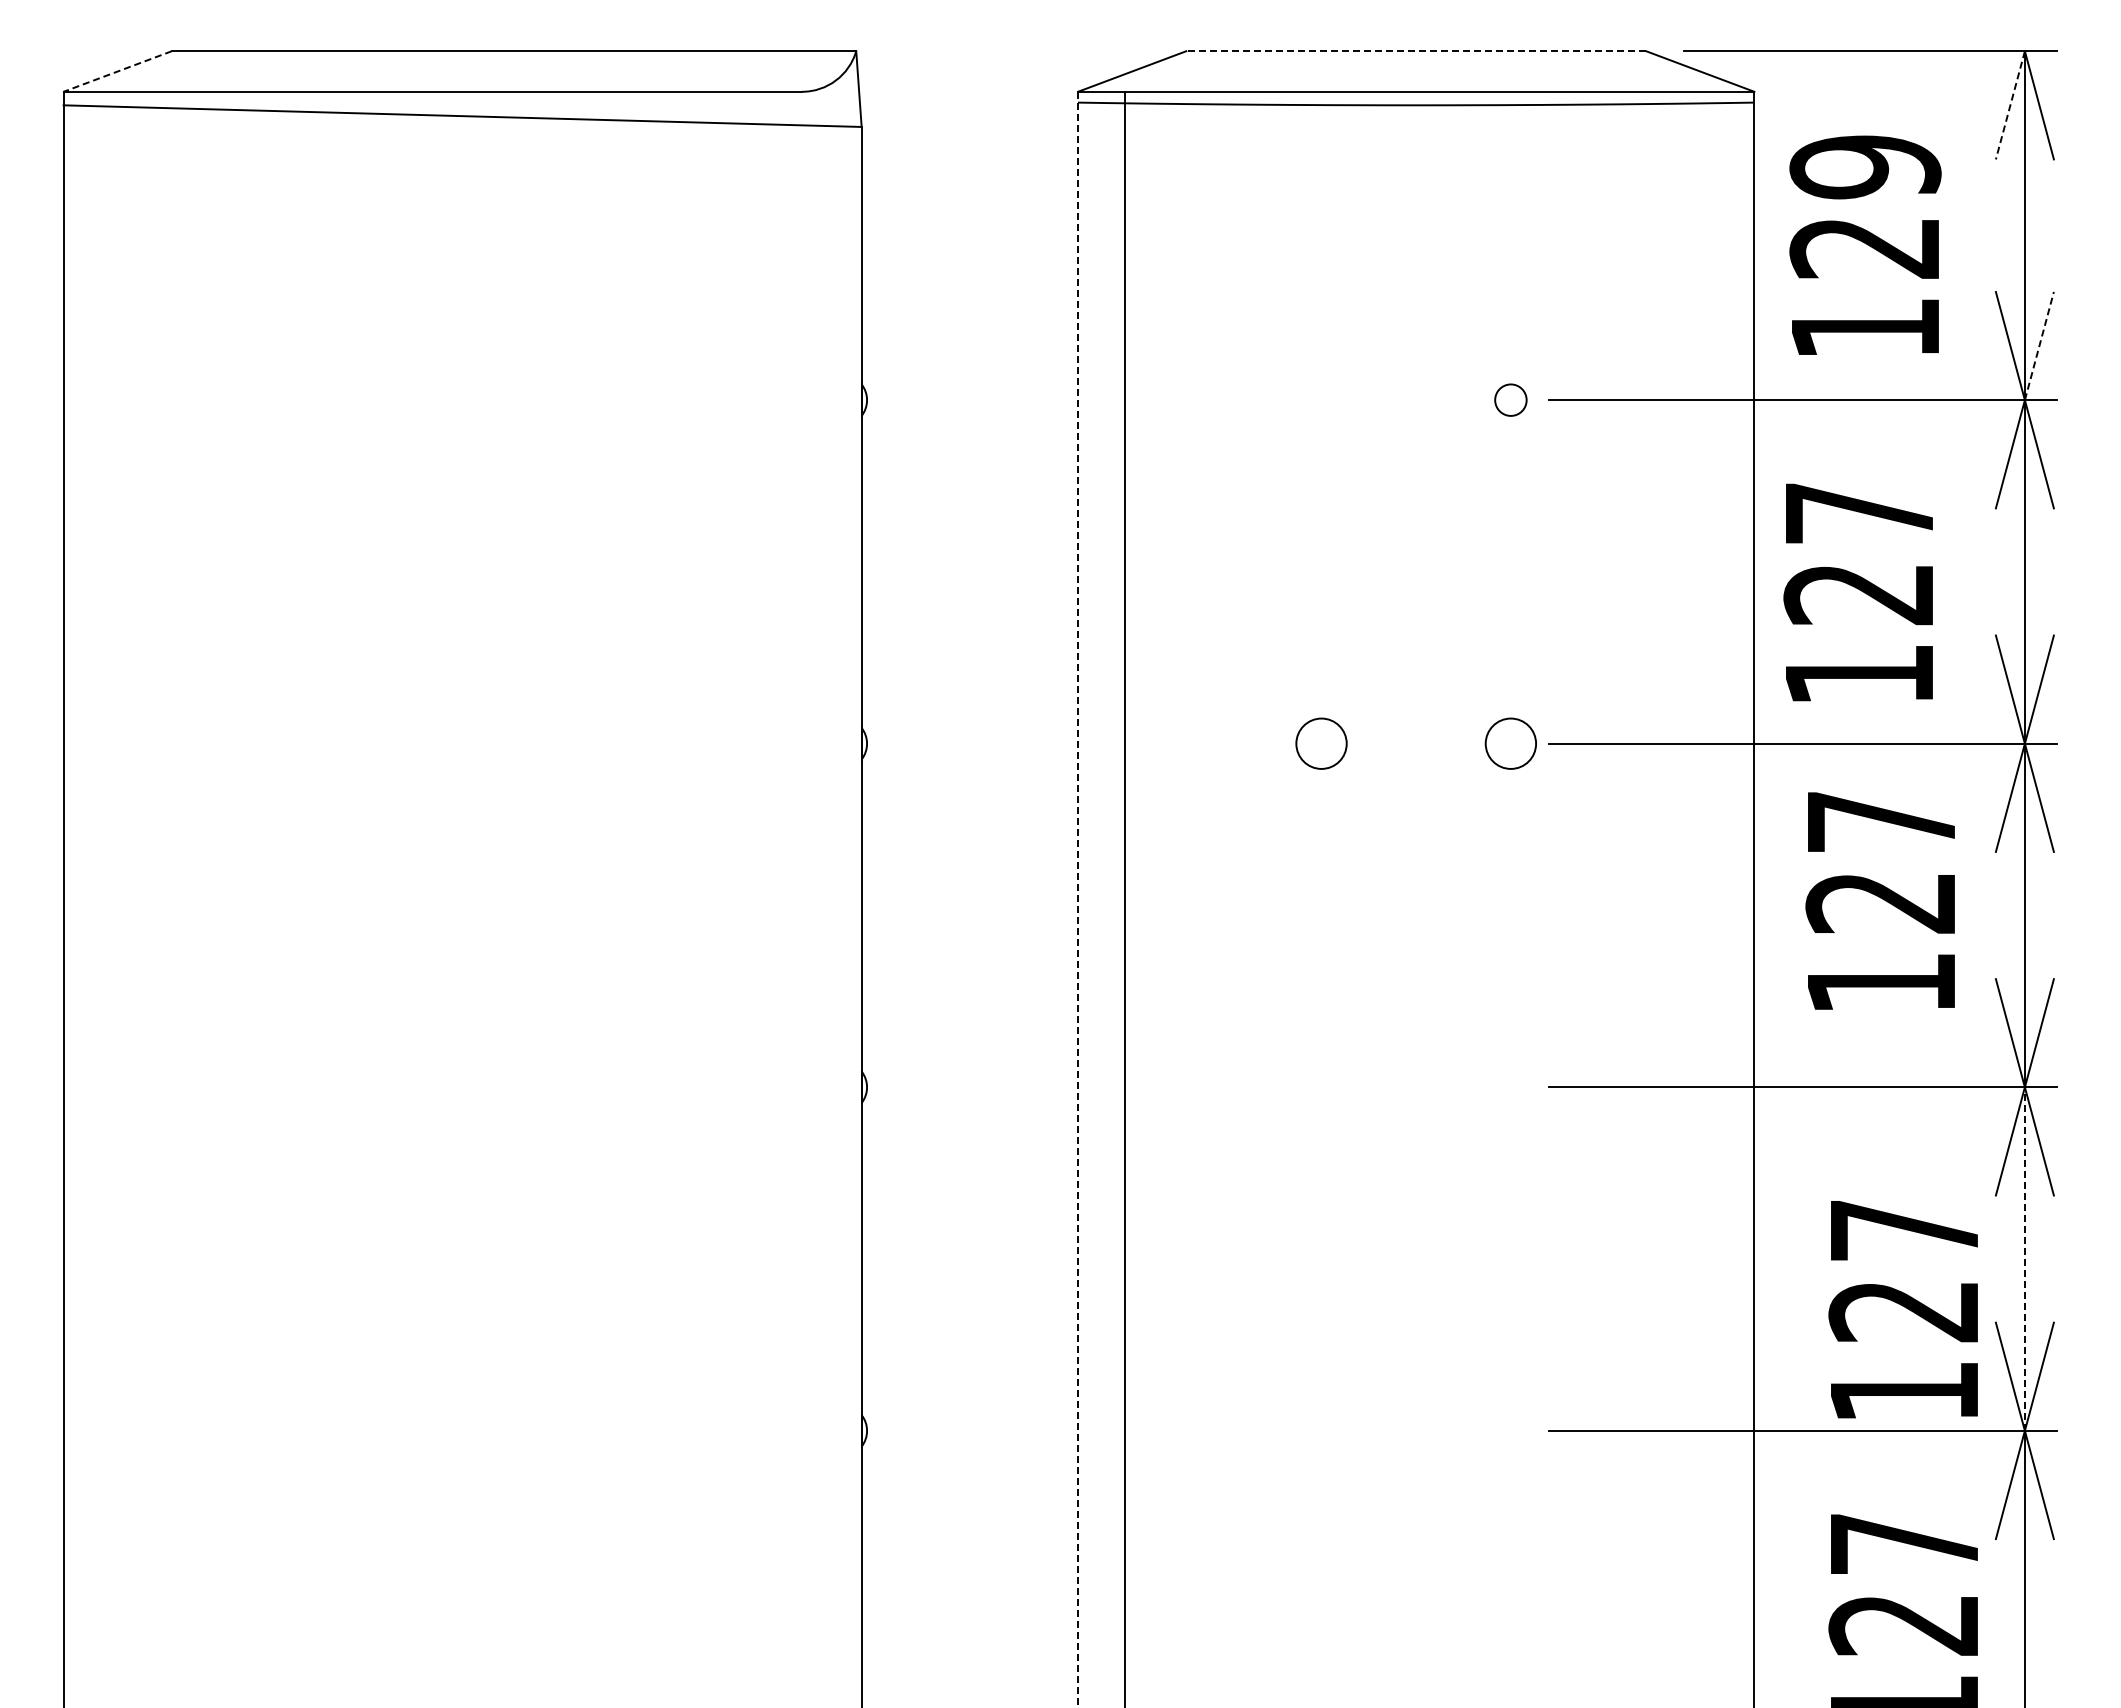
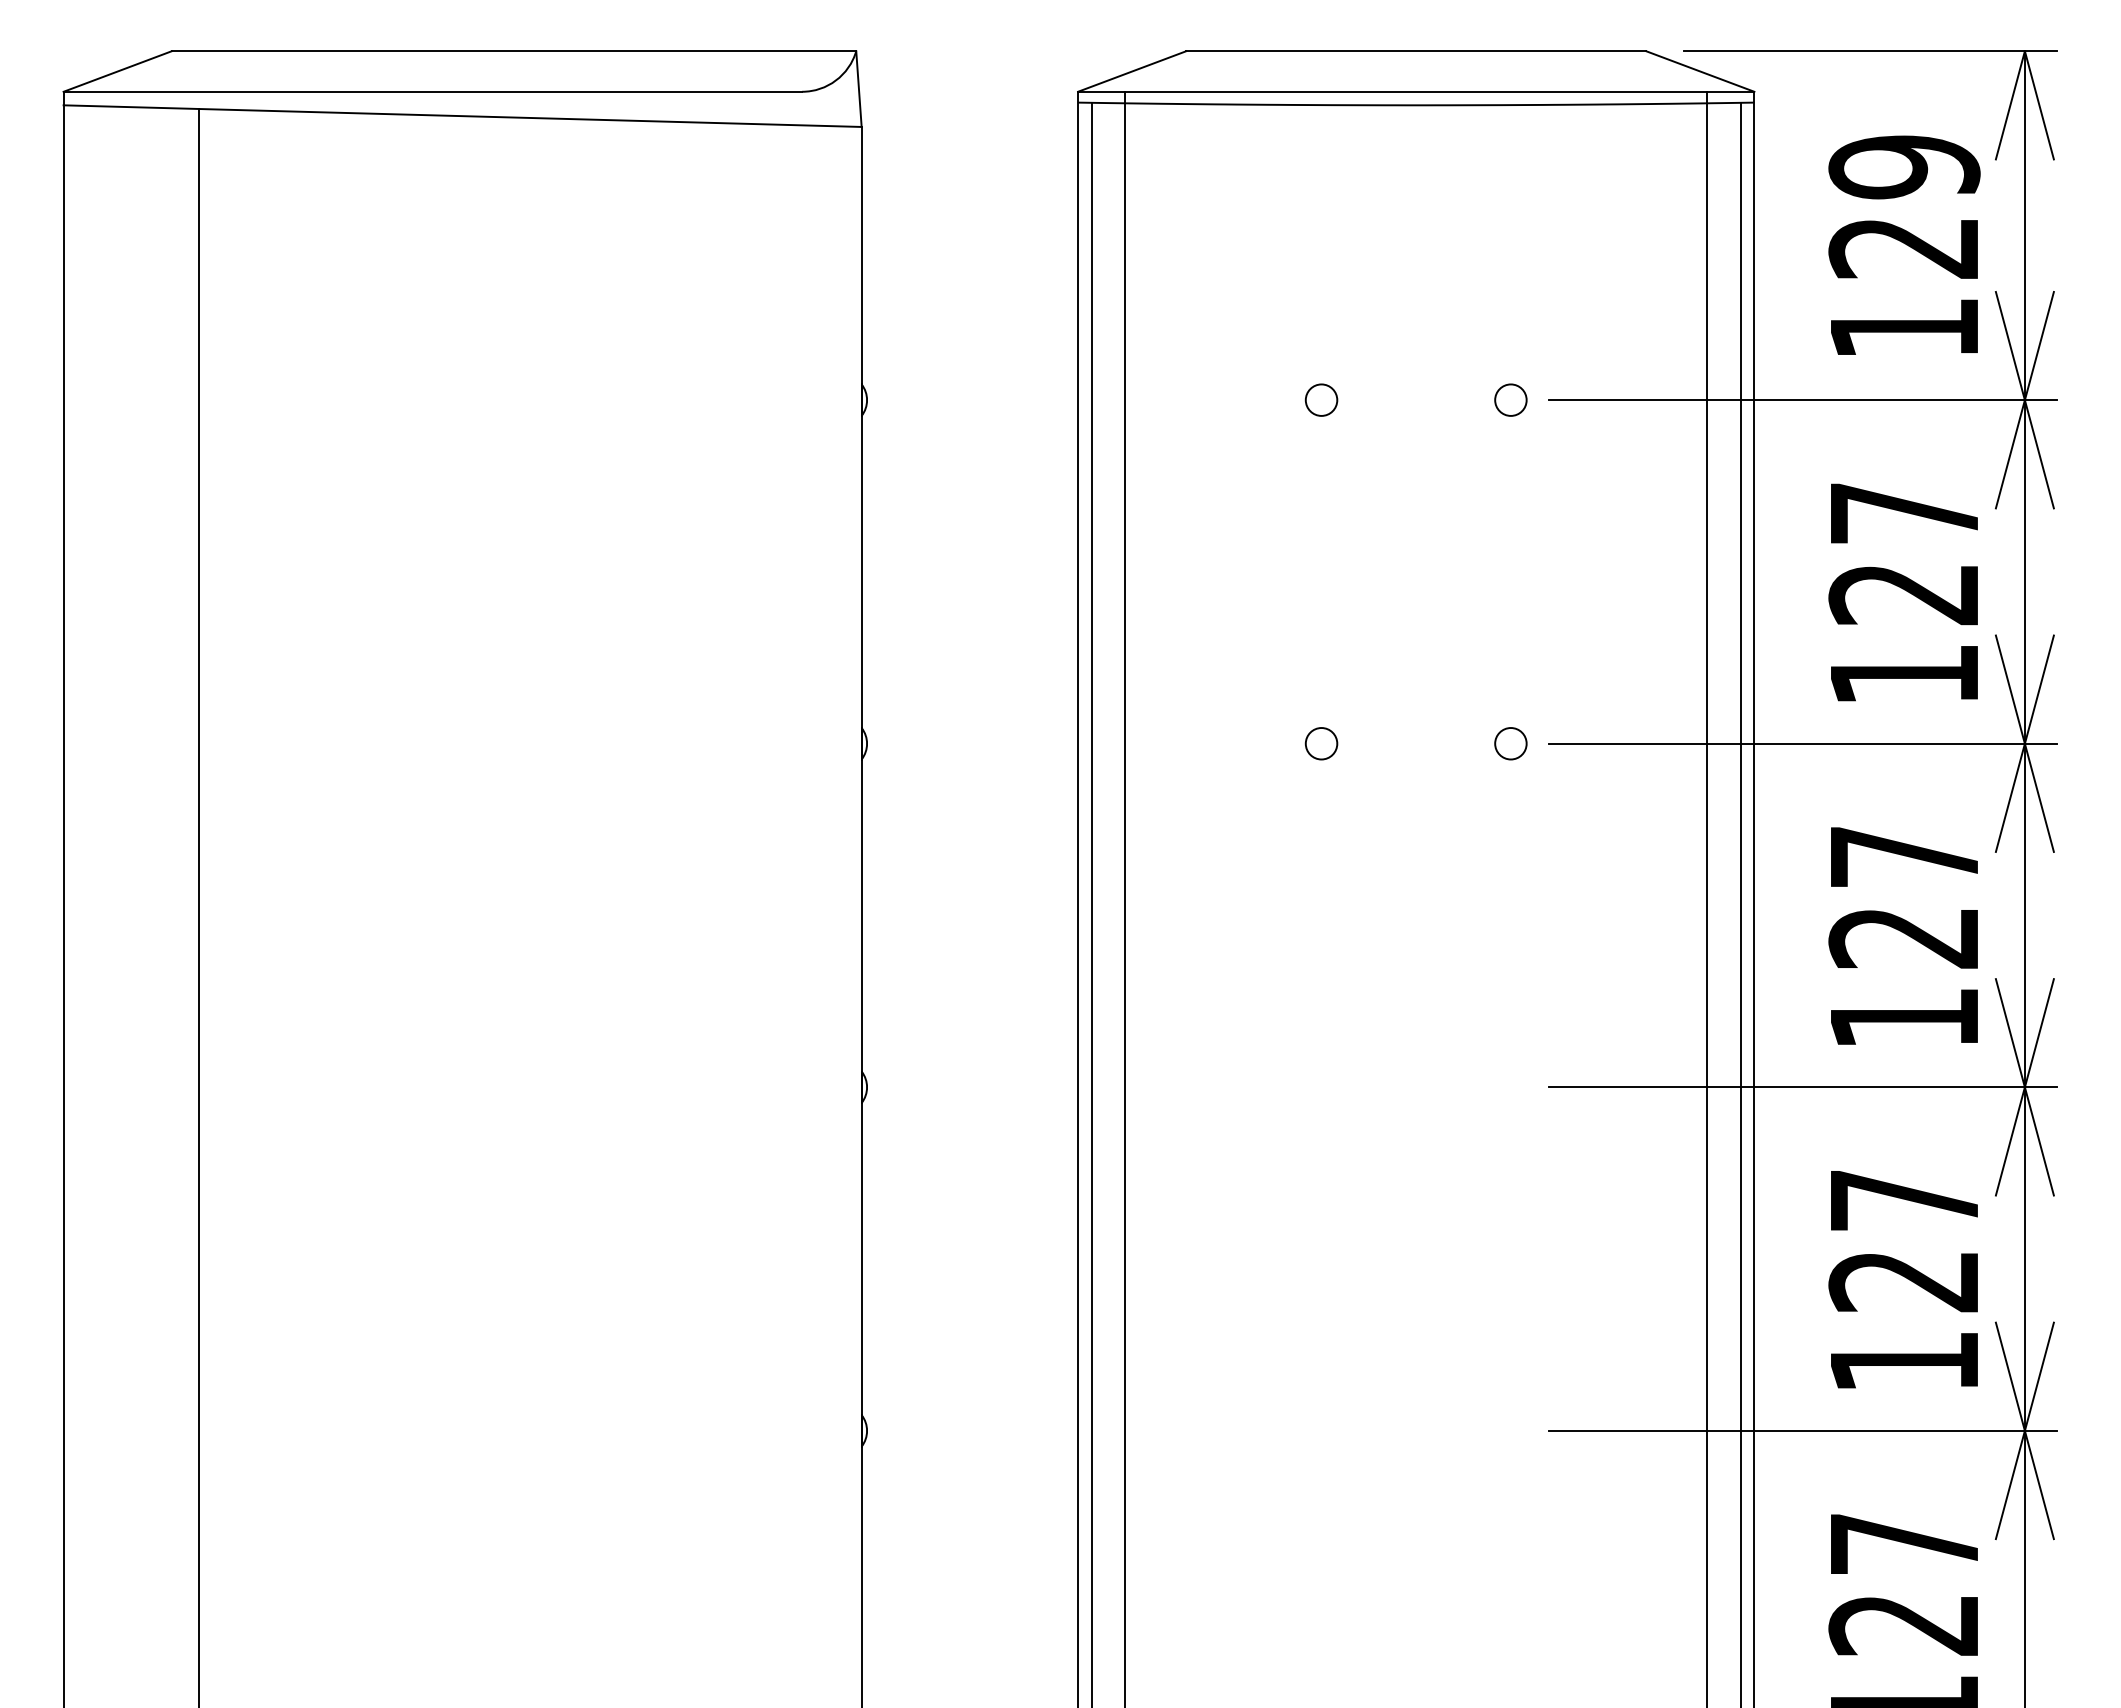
line at (1416, 51): dashed -> solid
line at (117, 71): dashed -> solid
line at (2010, 105): dashed -> solid
text at (1865, 244) position: (1865, 244) -> (1904, 244)
line at (2039, 345): dashed -> solid
circle at (1321, 399): none -> present
text at (1857, 592) position: (1857, 592) -> (1902, 592)
circle at (1321, 743) diameter: 50 px -> 31 px
circle at (1510, 743) diameter: 50 px -> 31 px
line at (1707, 897): none -> present
line at (1078, 899): dashed -> solid
text at (1879, 900) position: (1879, 900) -> (1902, 935)
line at (1091, 903): none -> present
line at (1740, 903): none -> present
line at (198, 906): none -> present
line at (2024, 1259): dashed -> solid
text at (1902, 1309) position: (1902, 1309) -> (1902, 1279)
